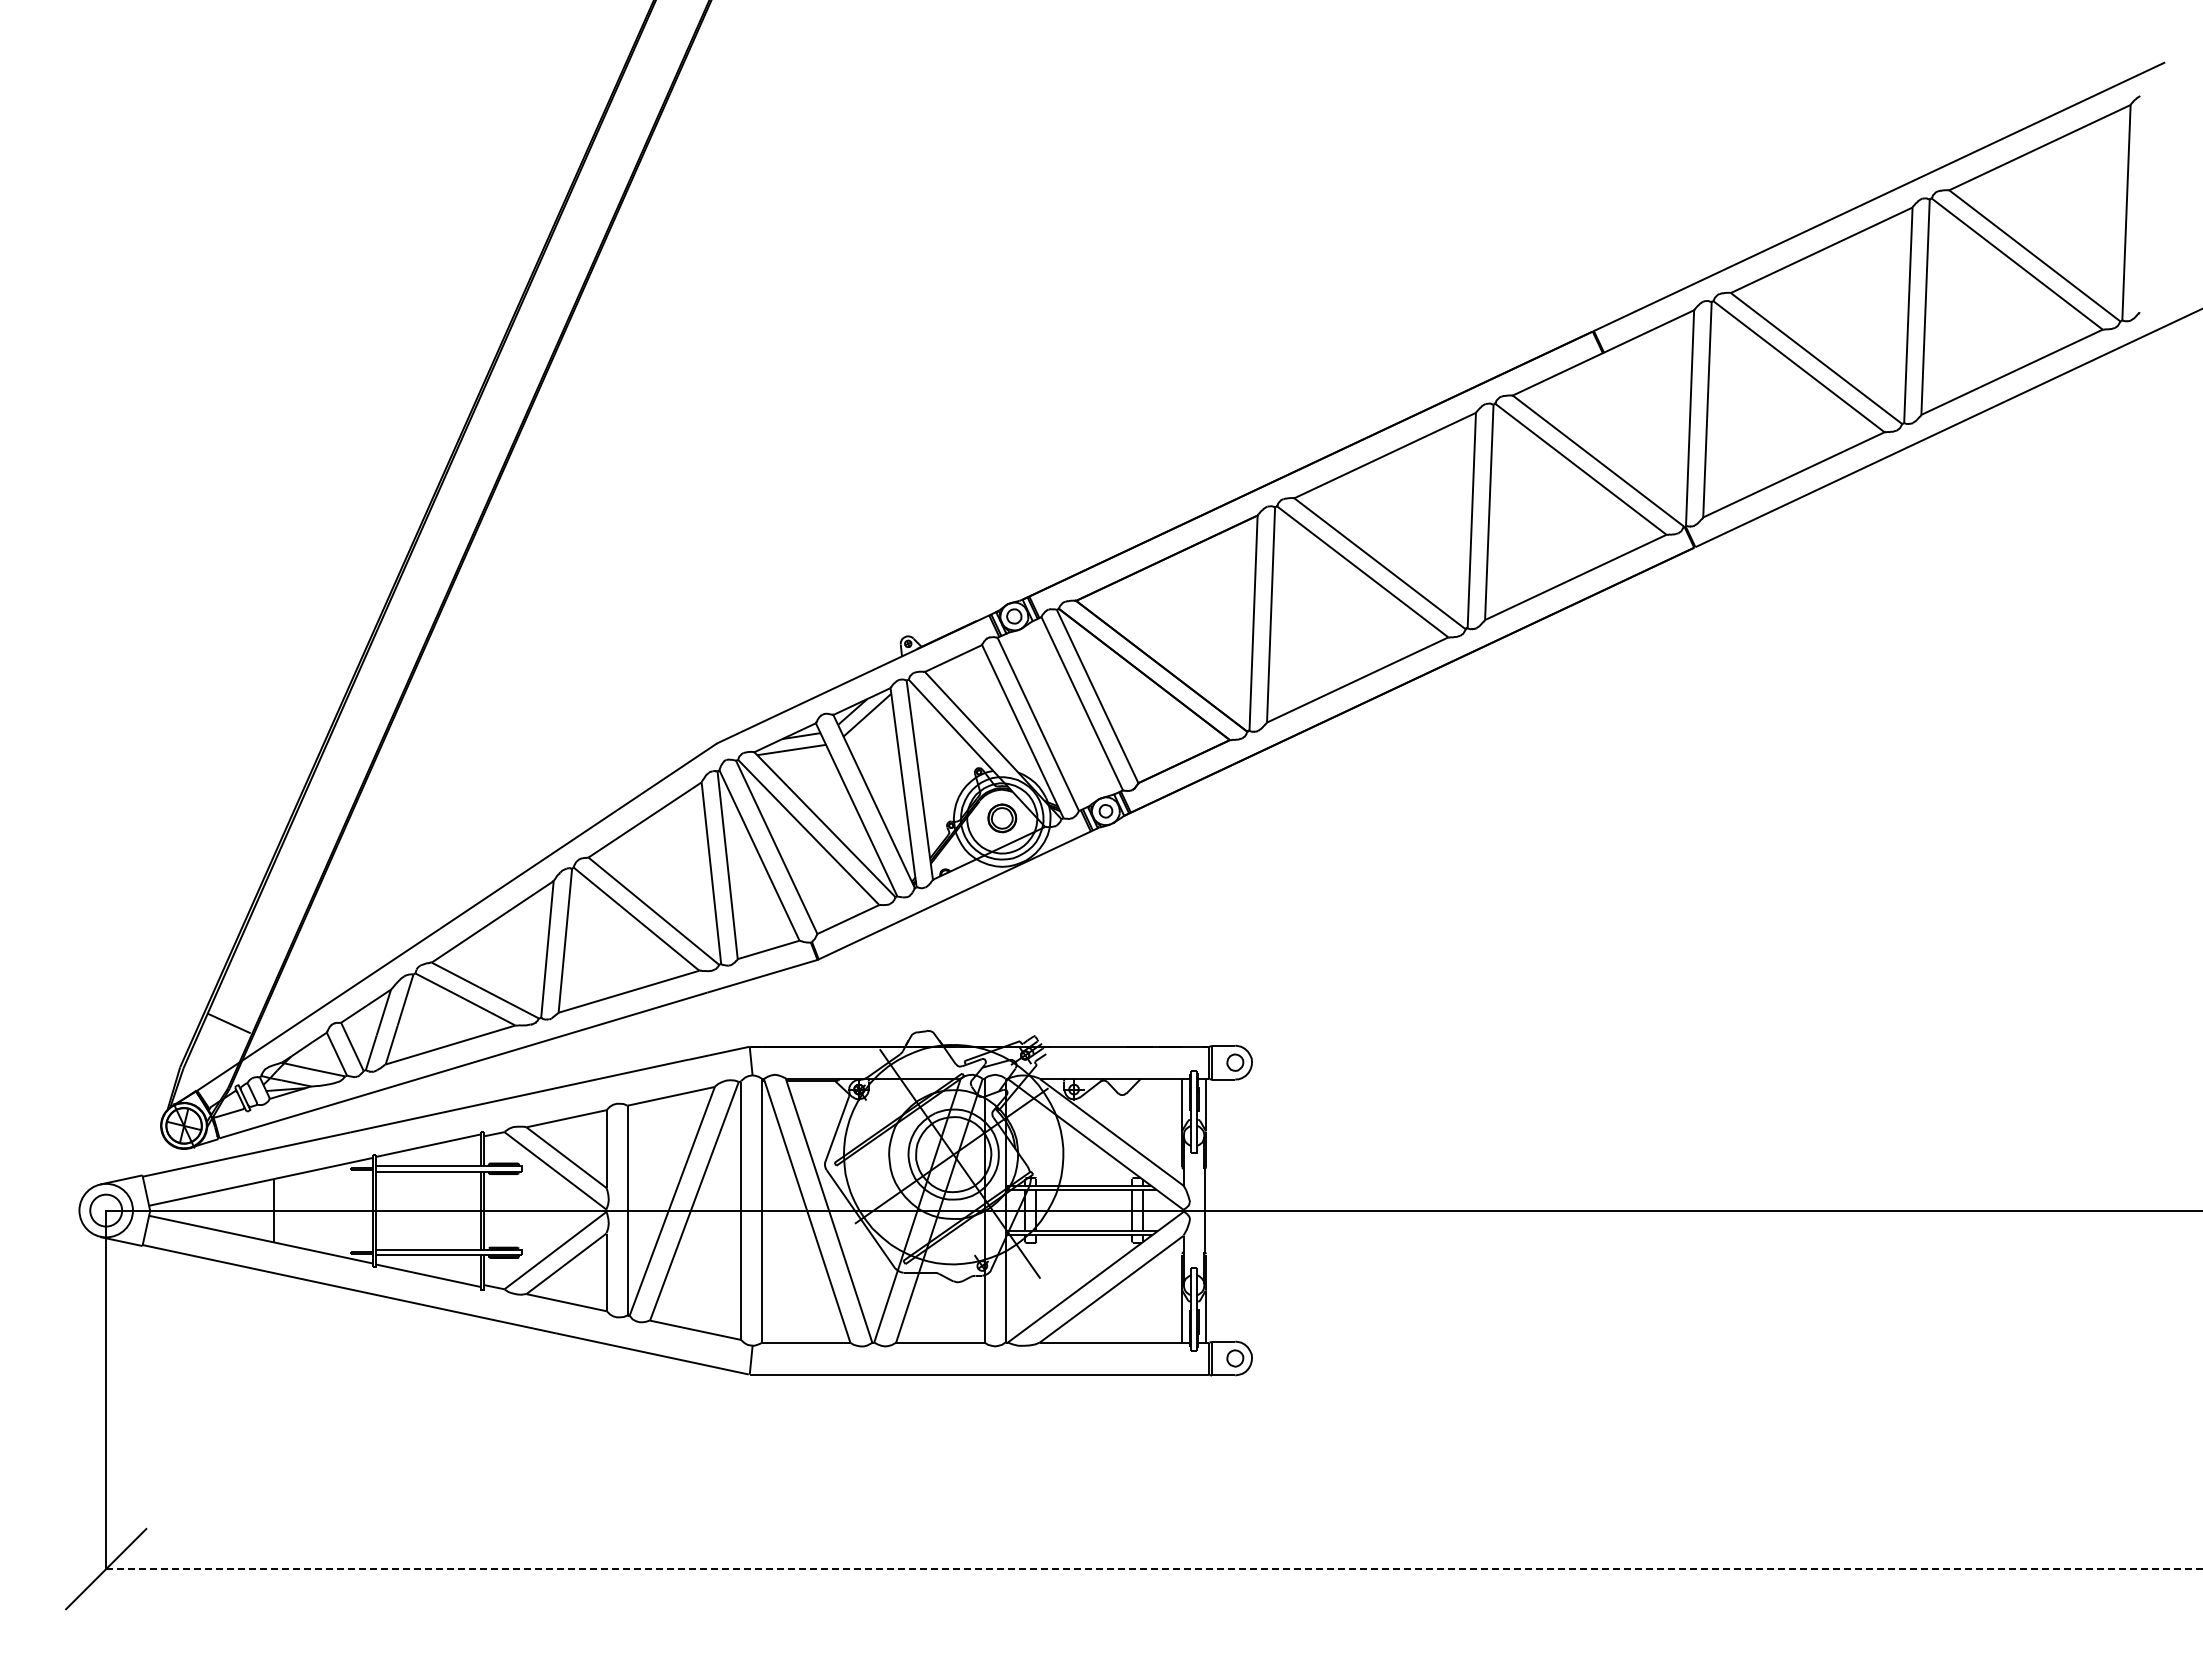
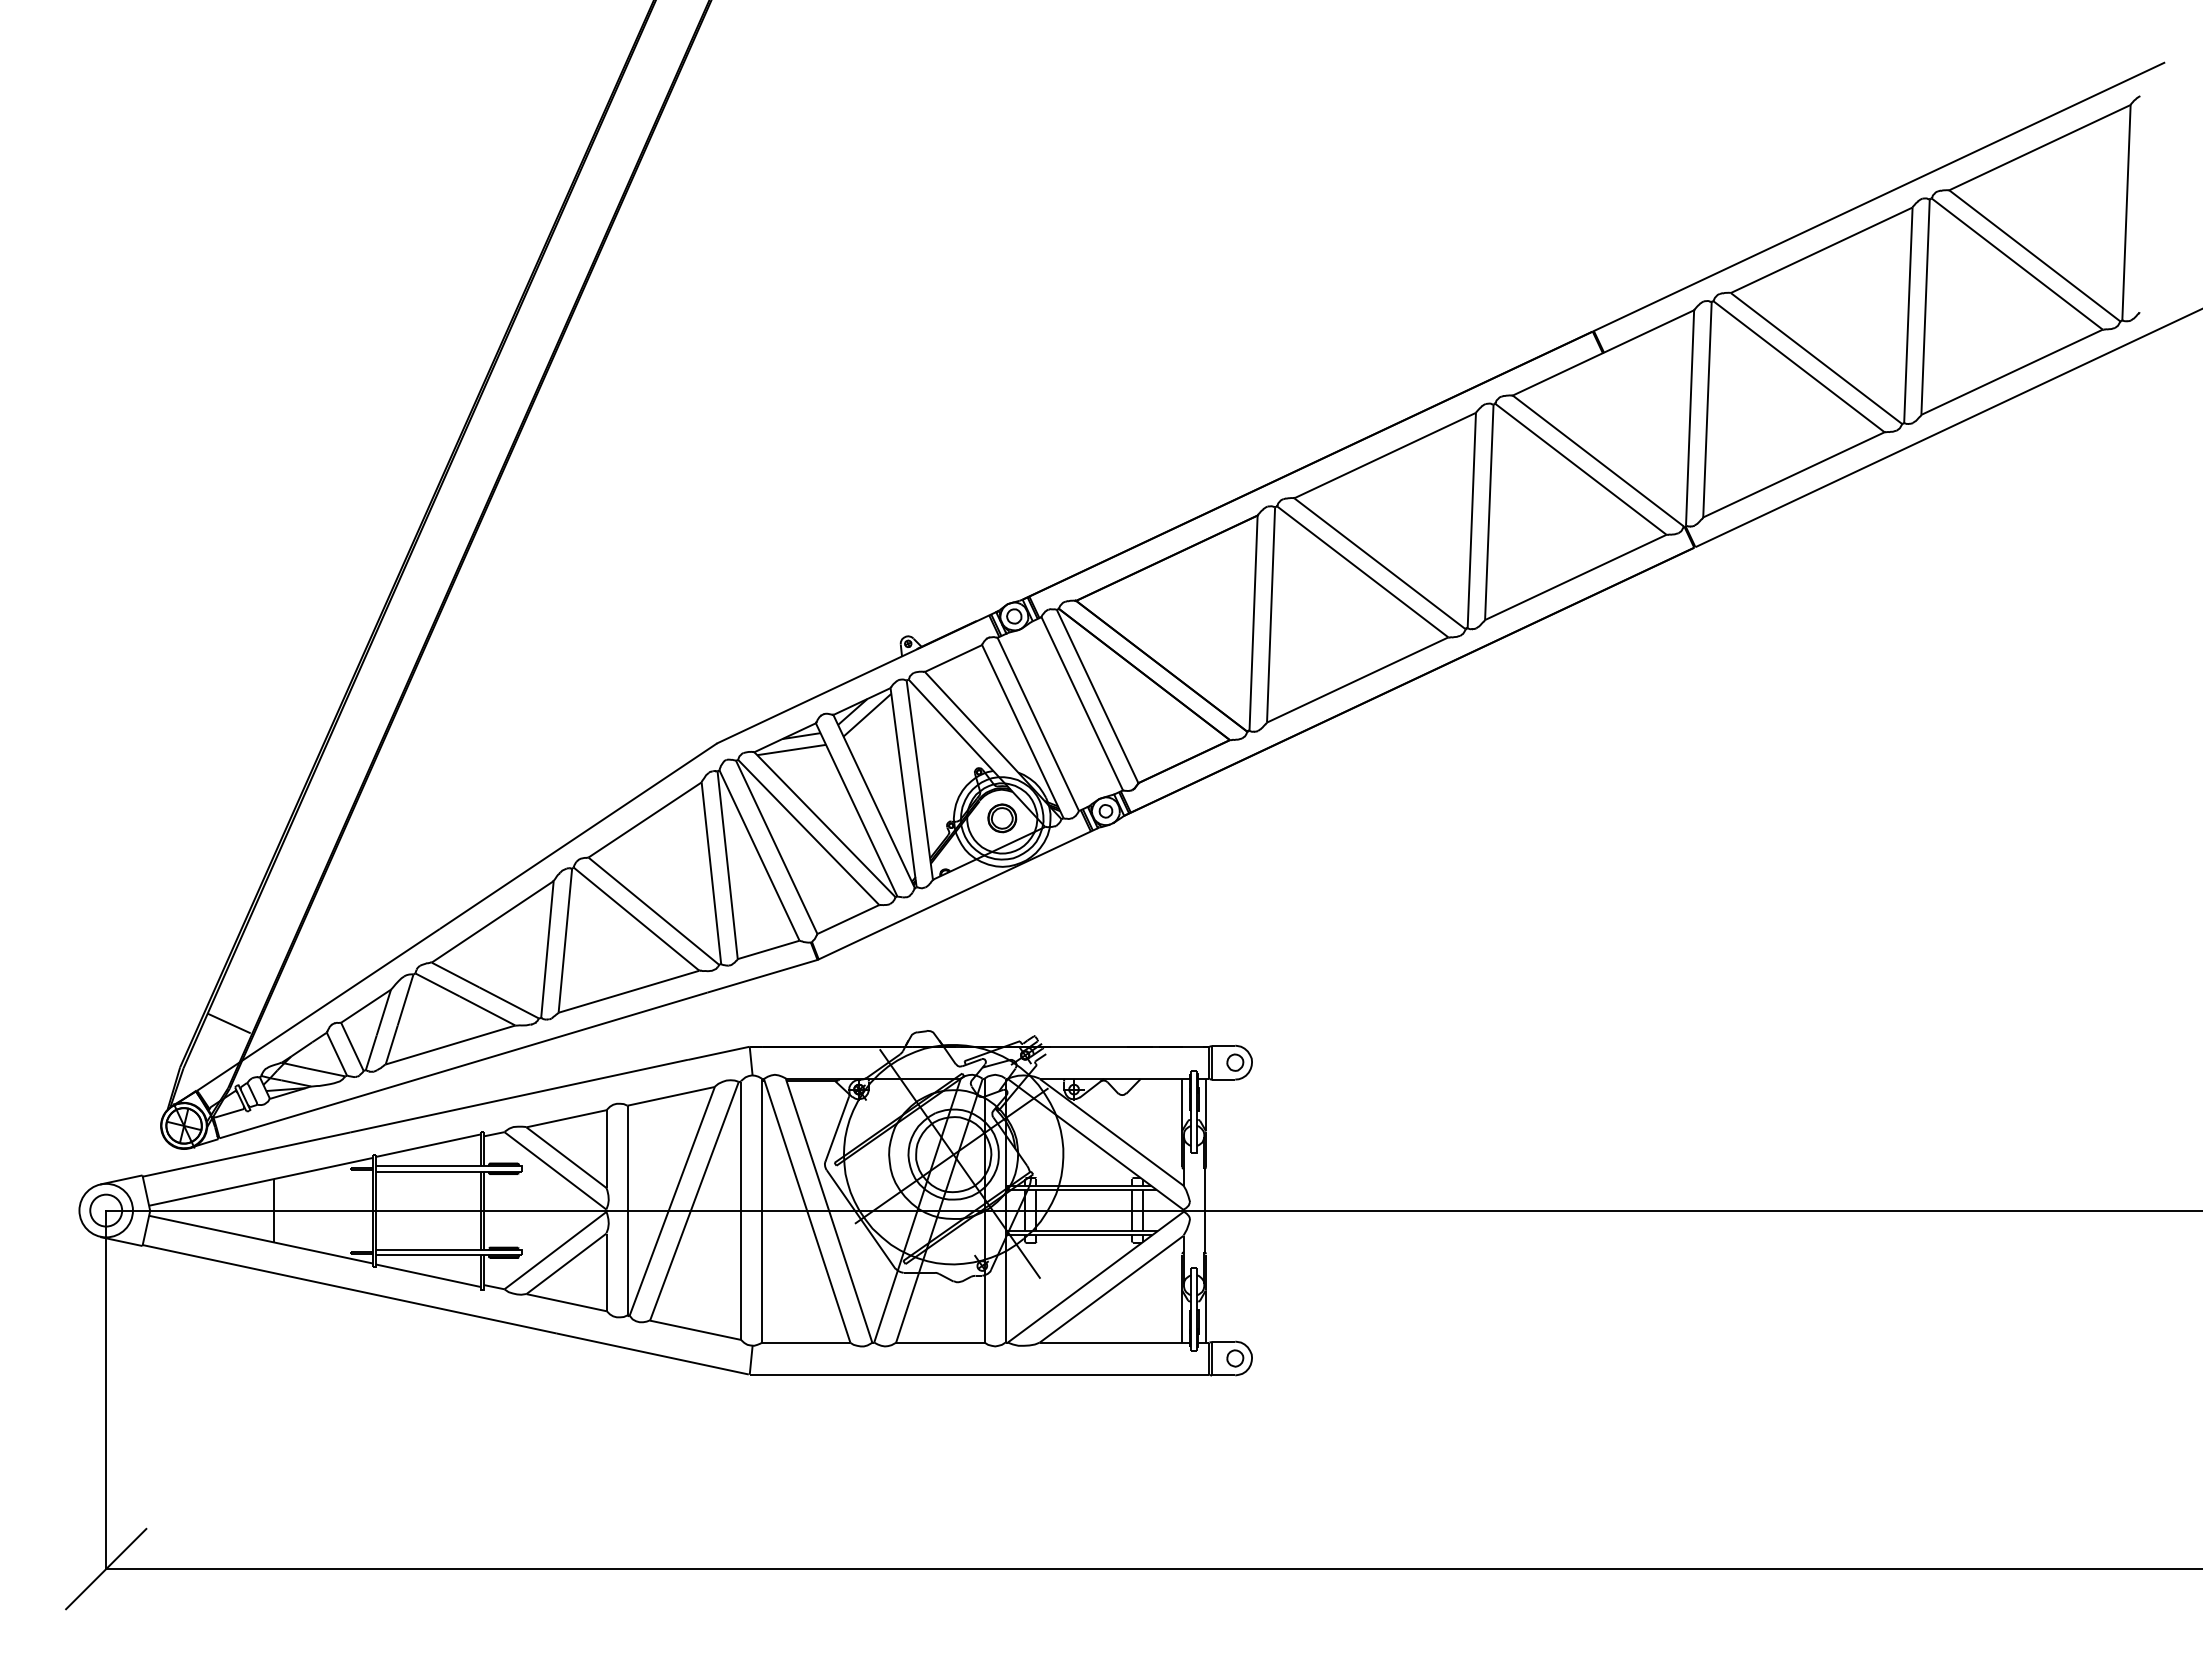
line at (1154, 1569): dashed -> solid
